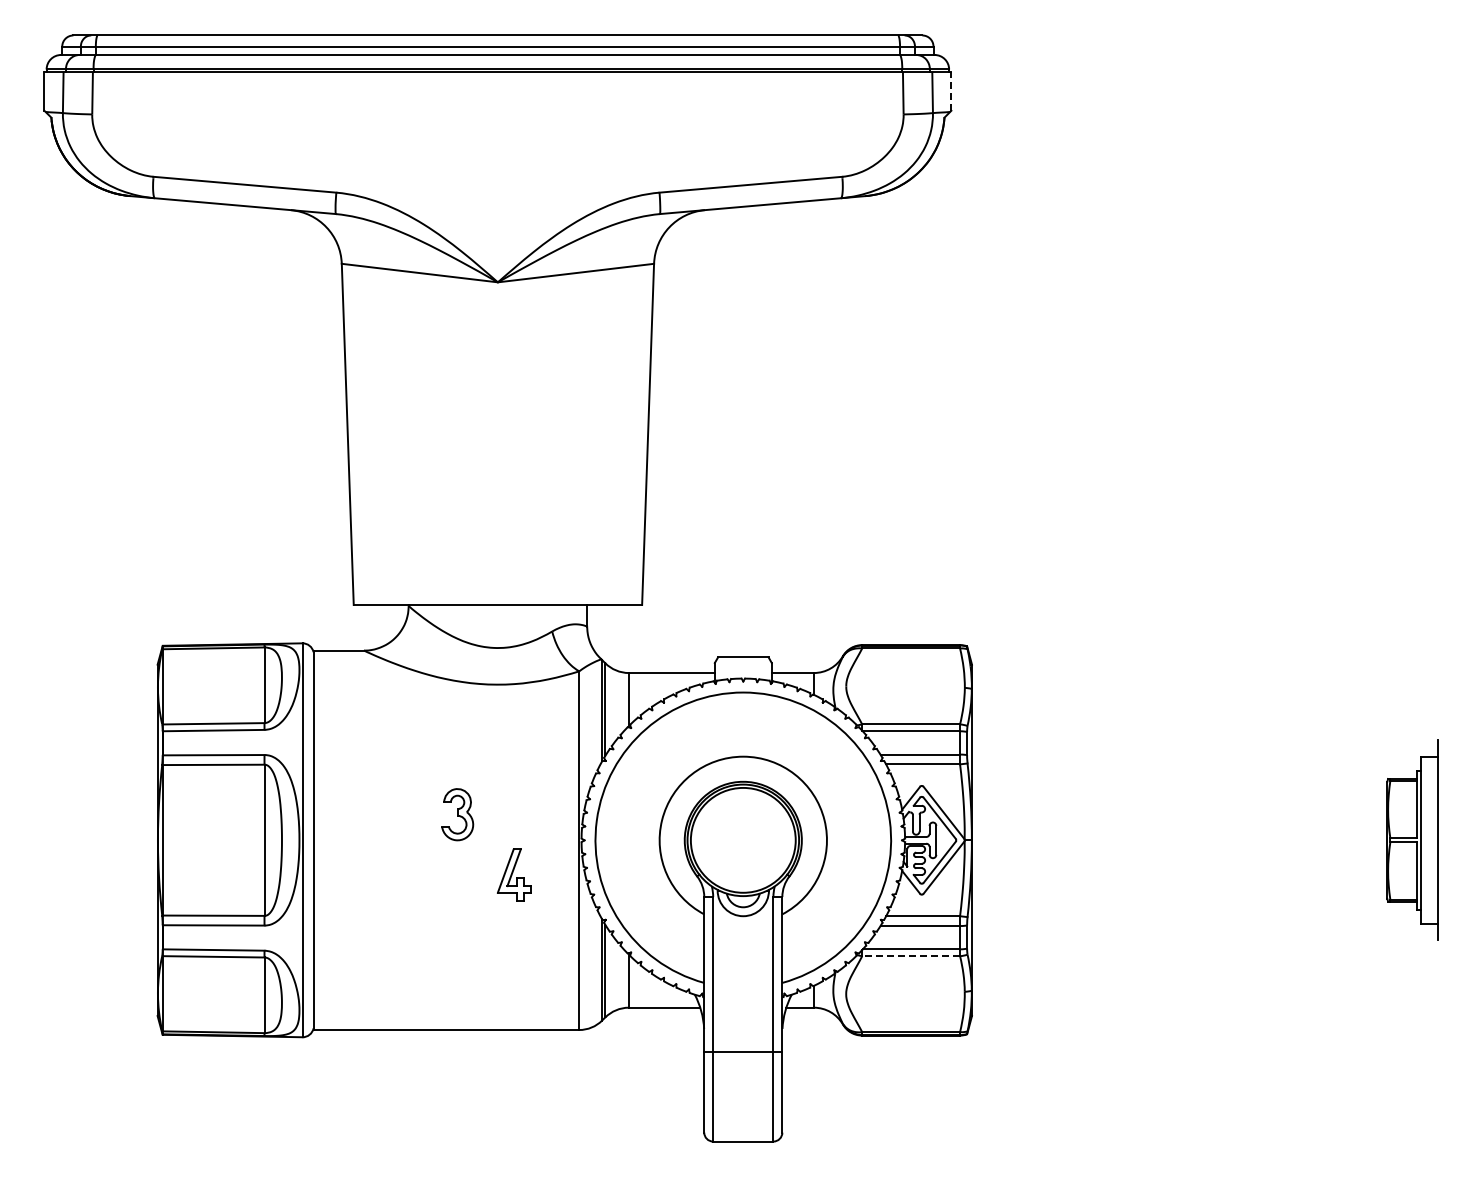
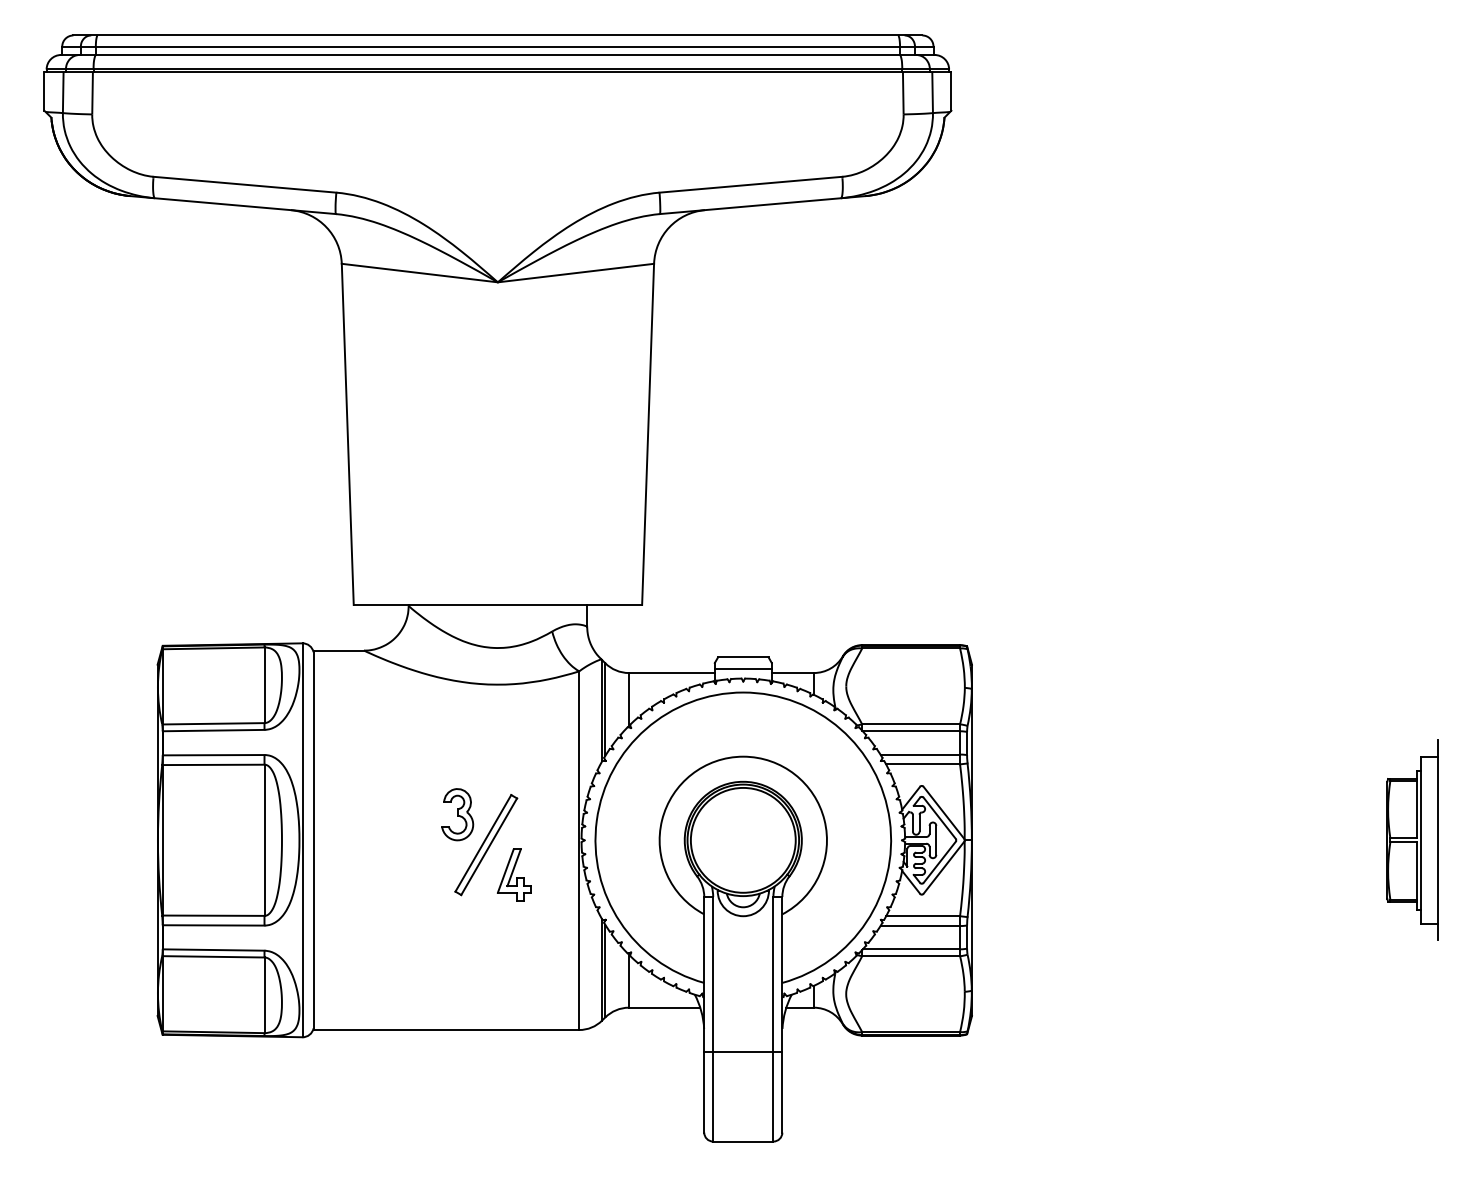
line at (951, 91): dashed -> solid
line at (742, 668): none -> present
part at (486, 845): none -> present
line at (911, 956): dashed -> solid
